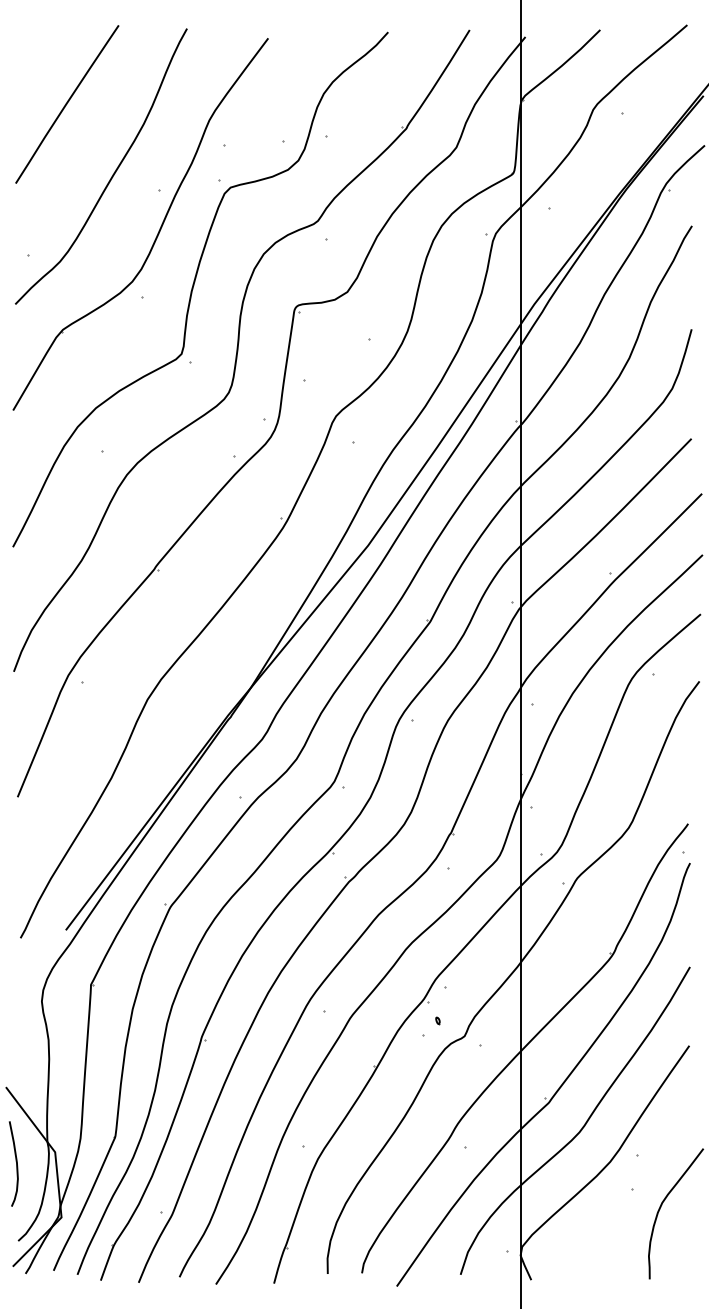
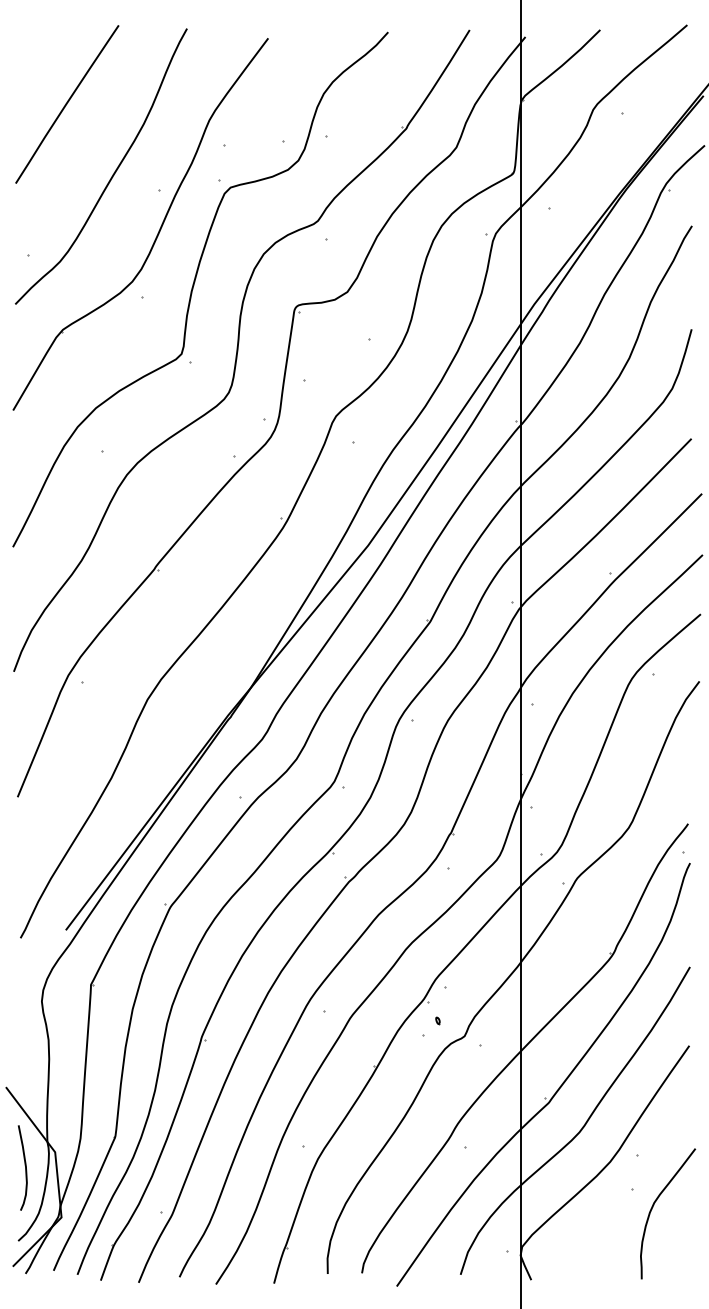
curve at (15, 1161) position: (15, 1161) -> (24, 1165)
curve at (662, 1205) position: (662, 1205) -> (654, 1205)
